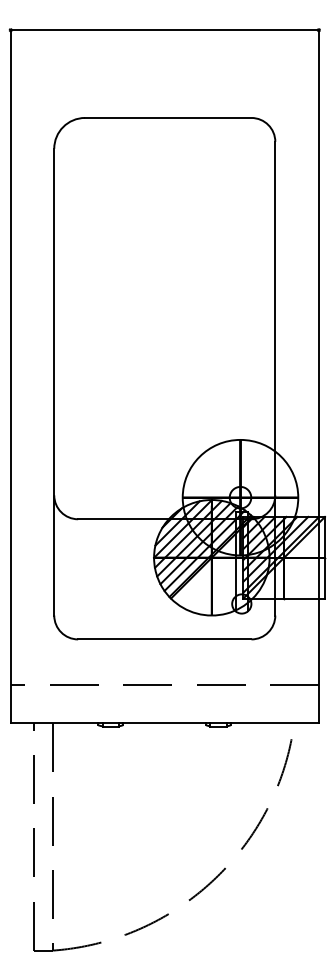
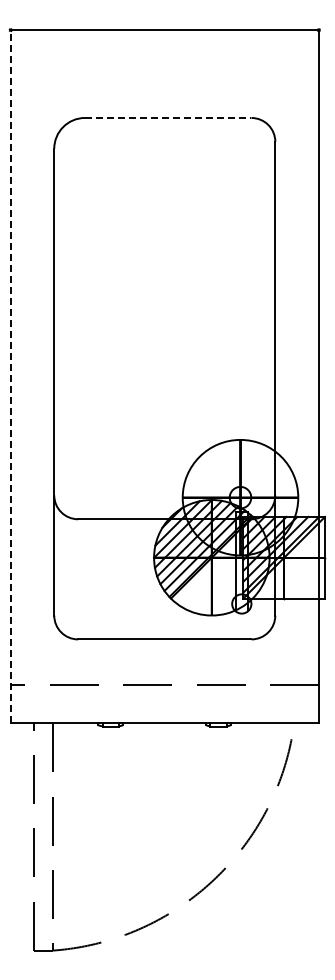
line at (168, 117): solid -> dashed
line at (10, 376): solid -> dashed
